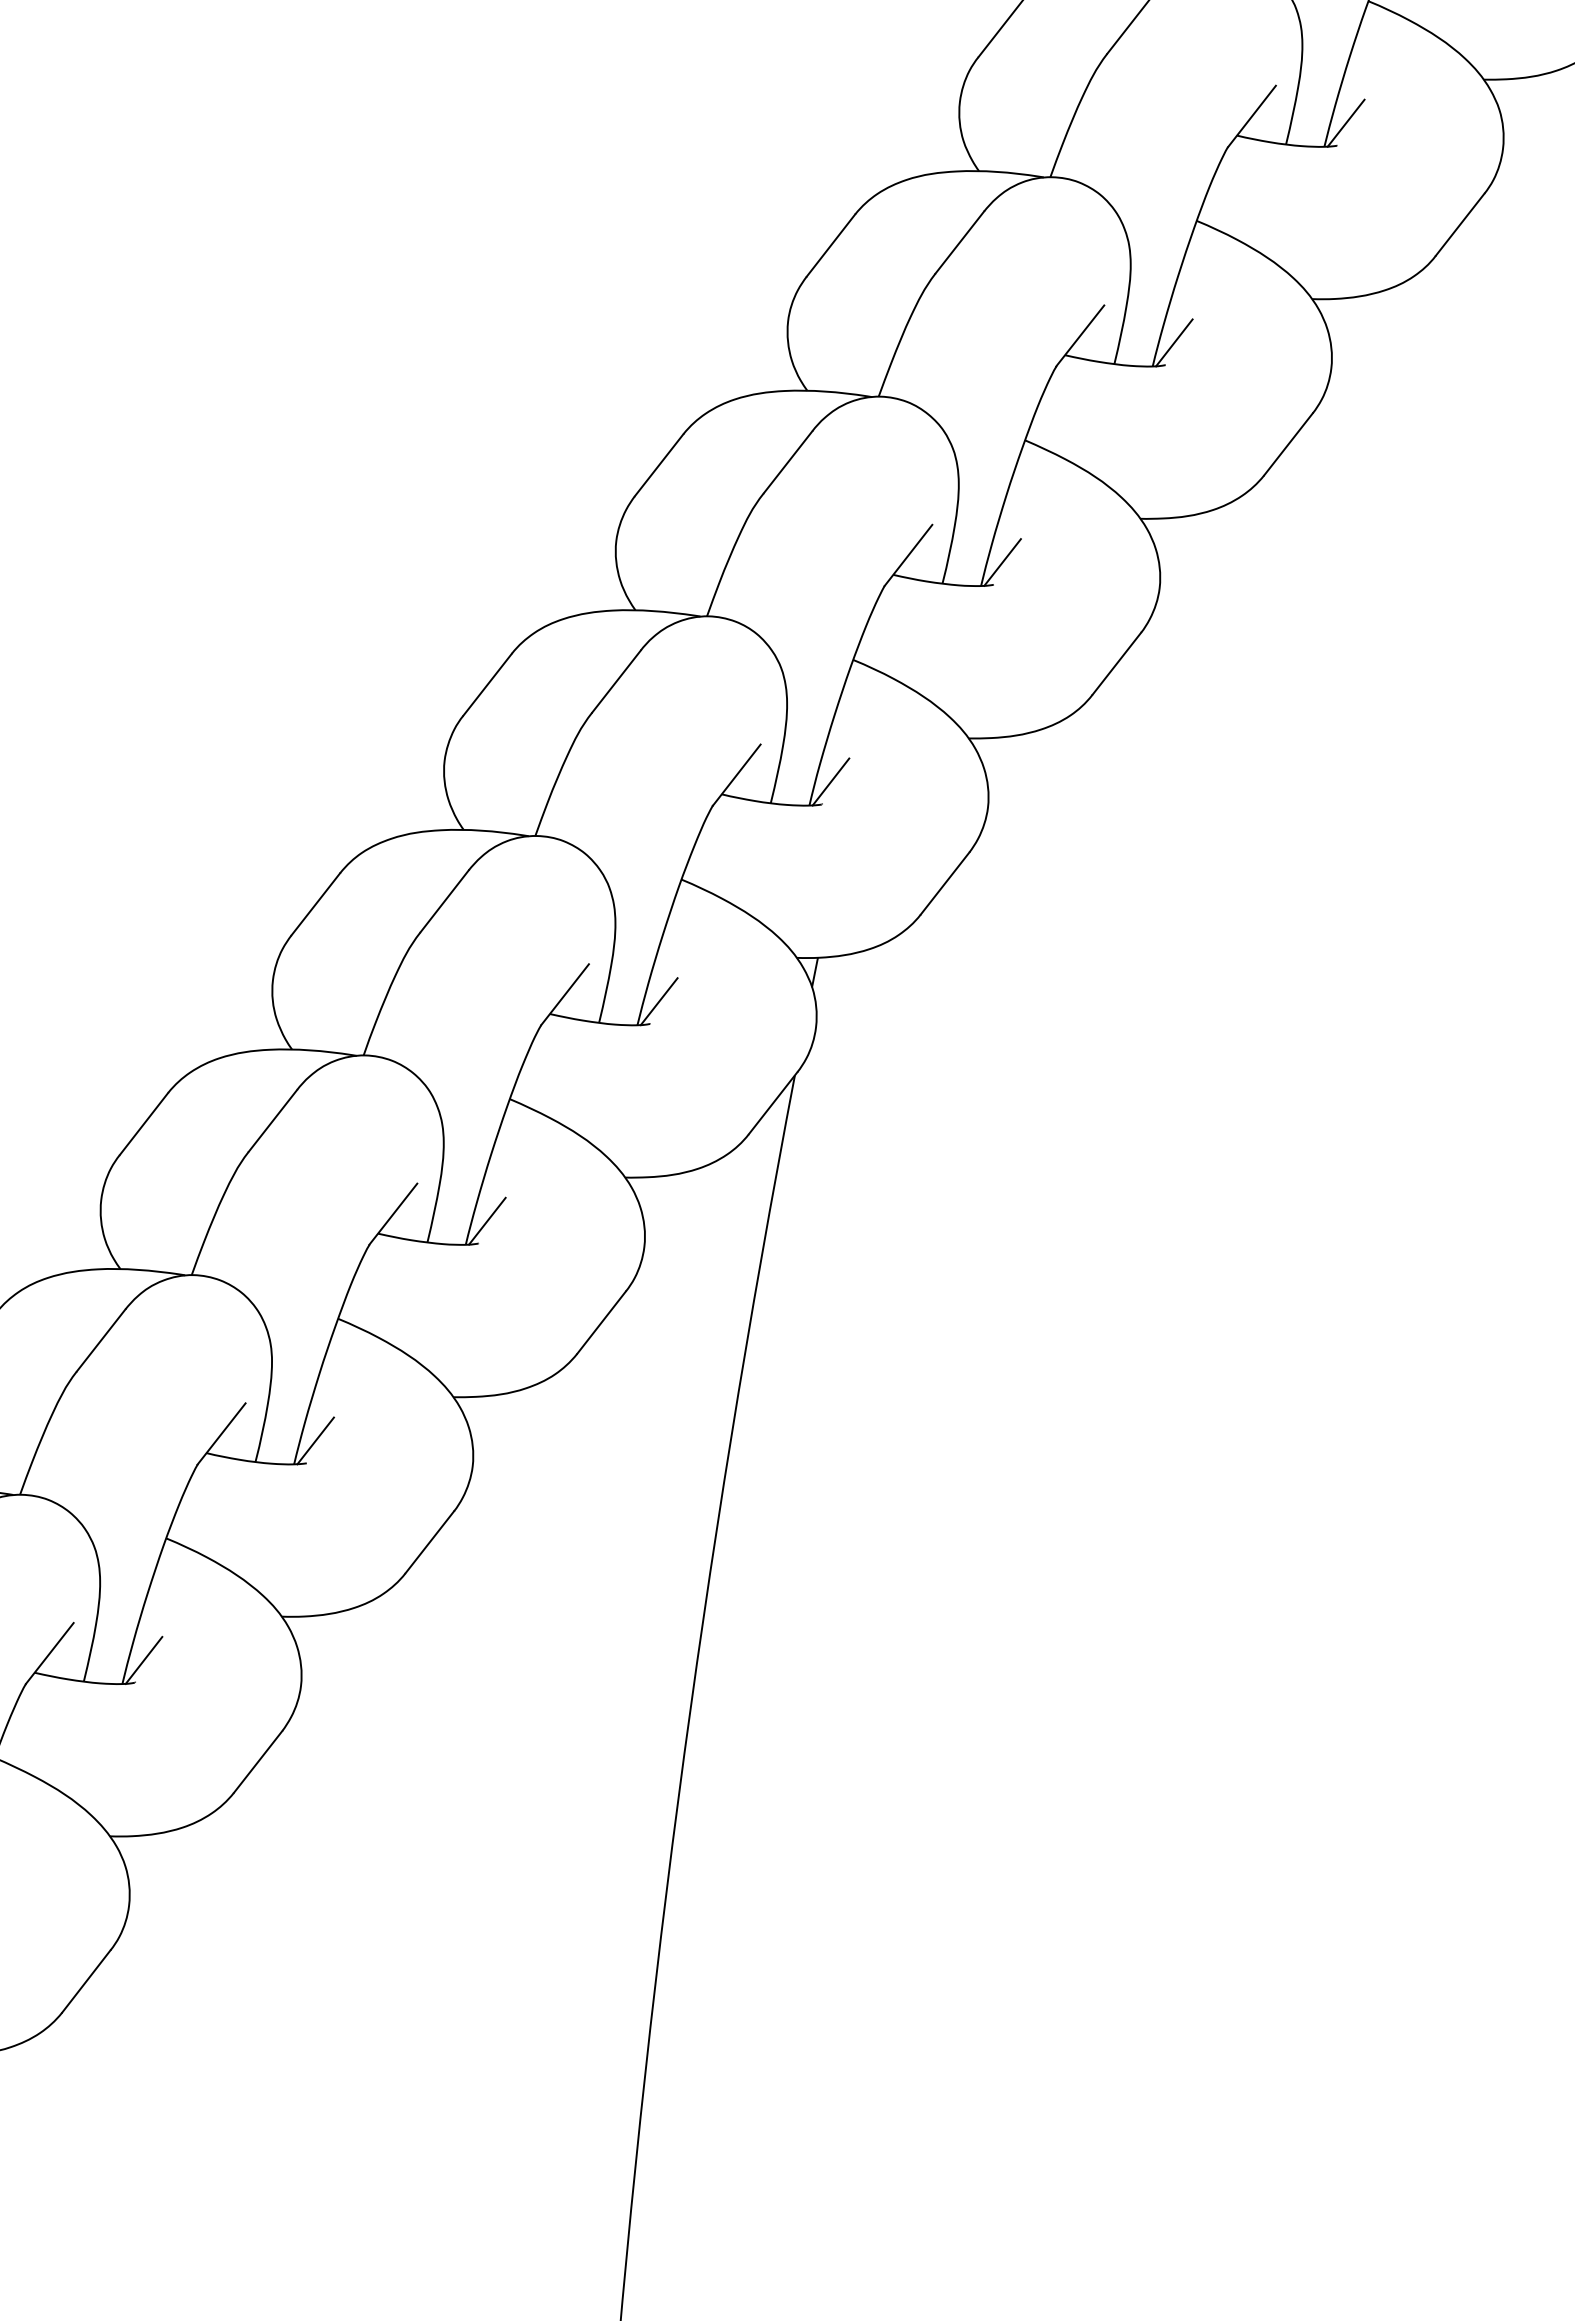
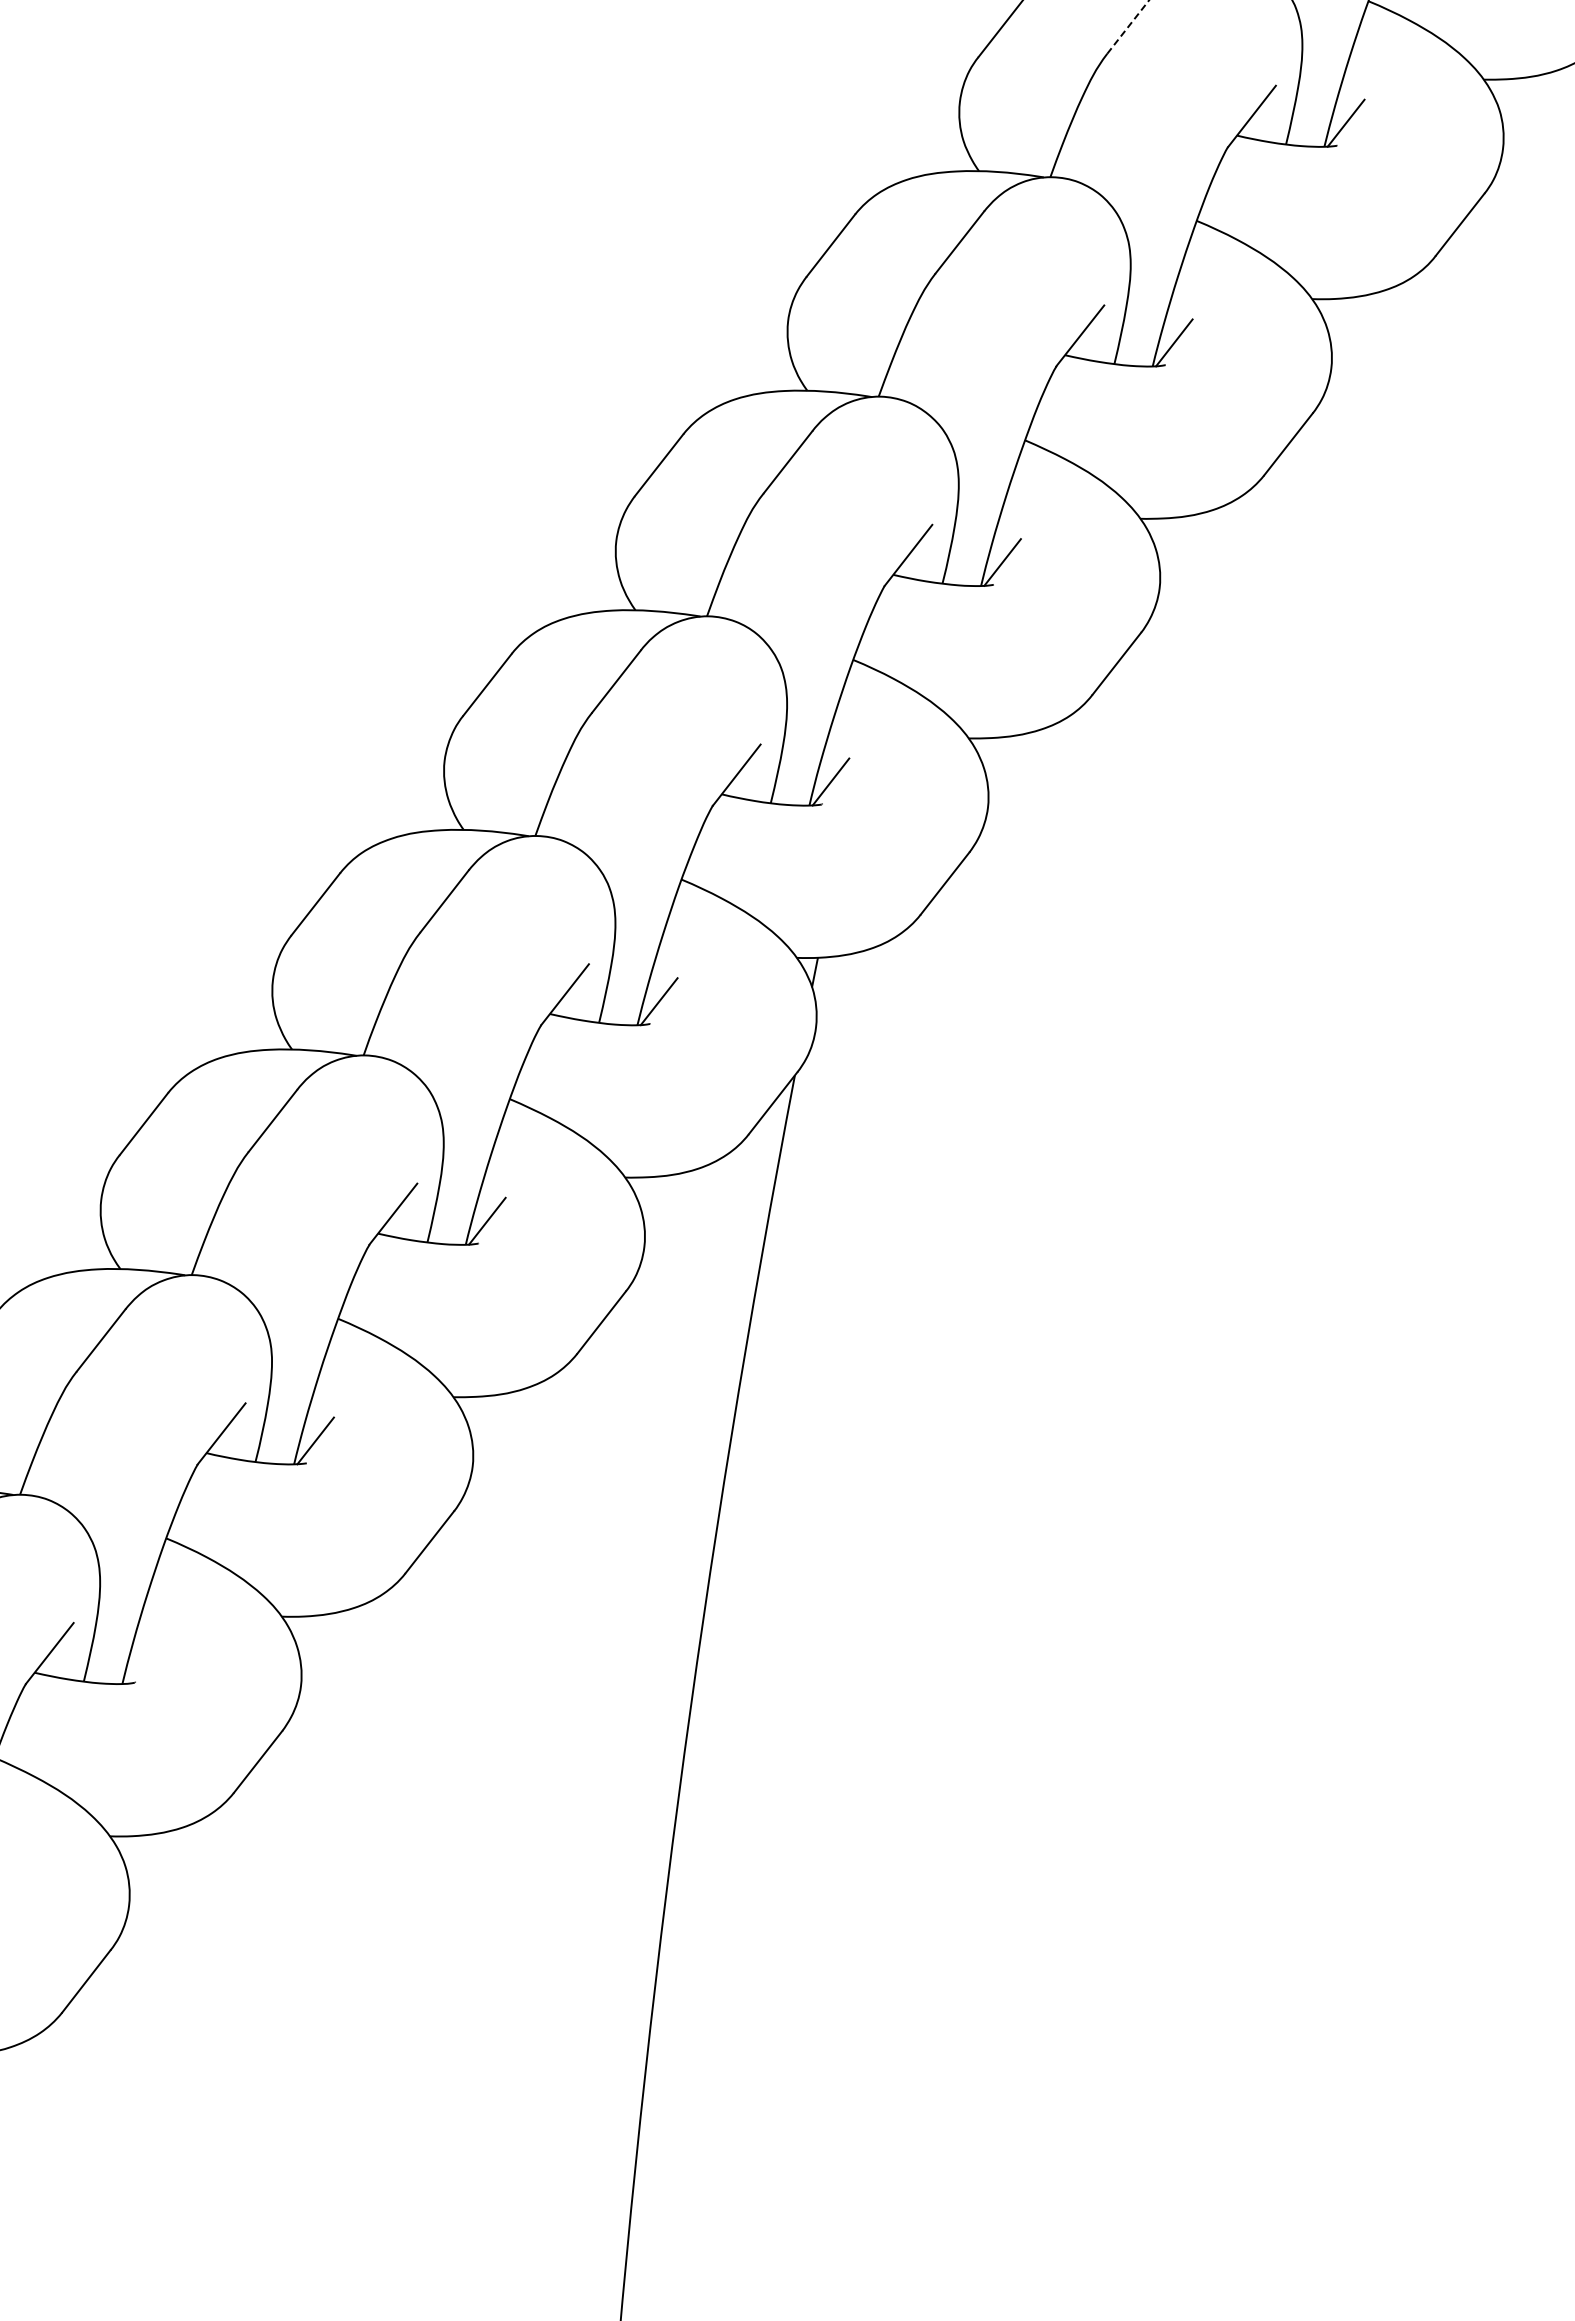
line at (1128, 27): solid -> dashed
line at (143, 1659): present -> none
